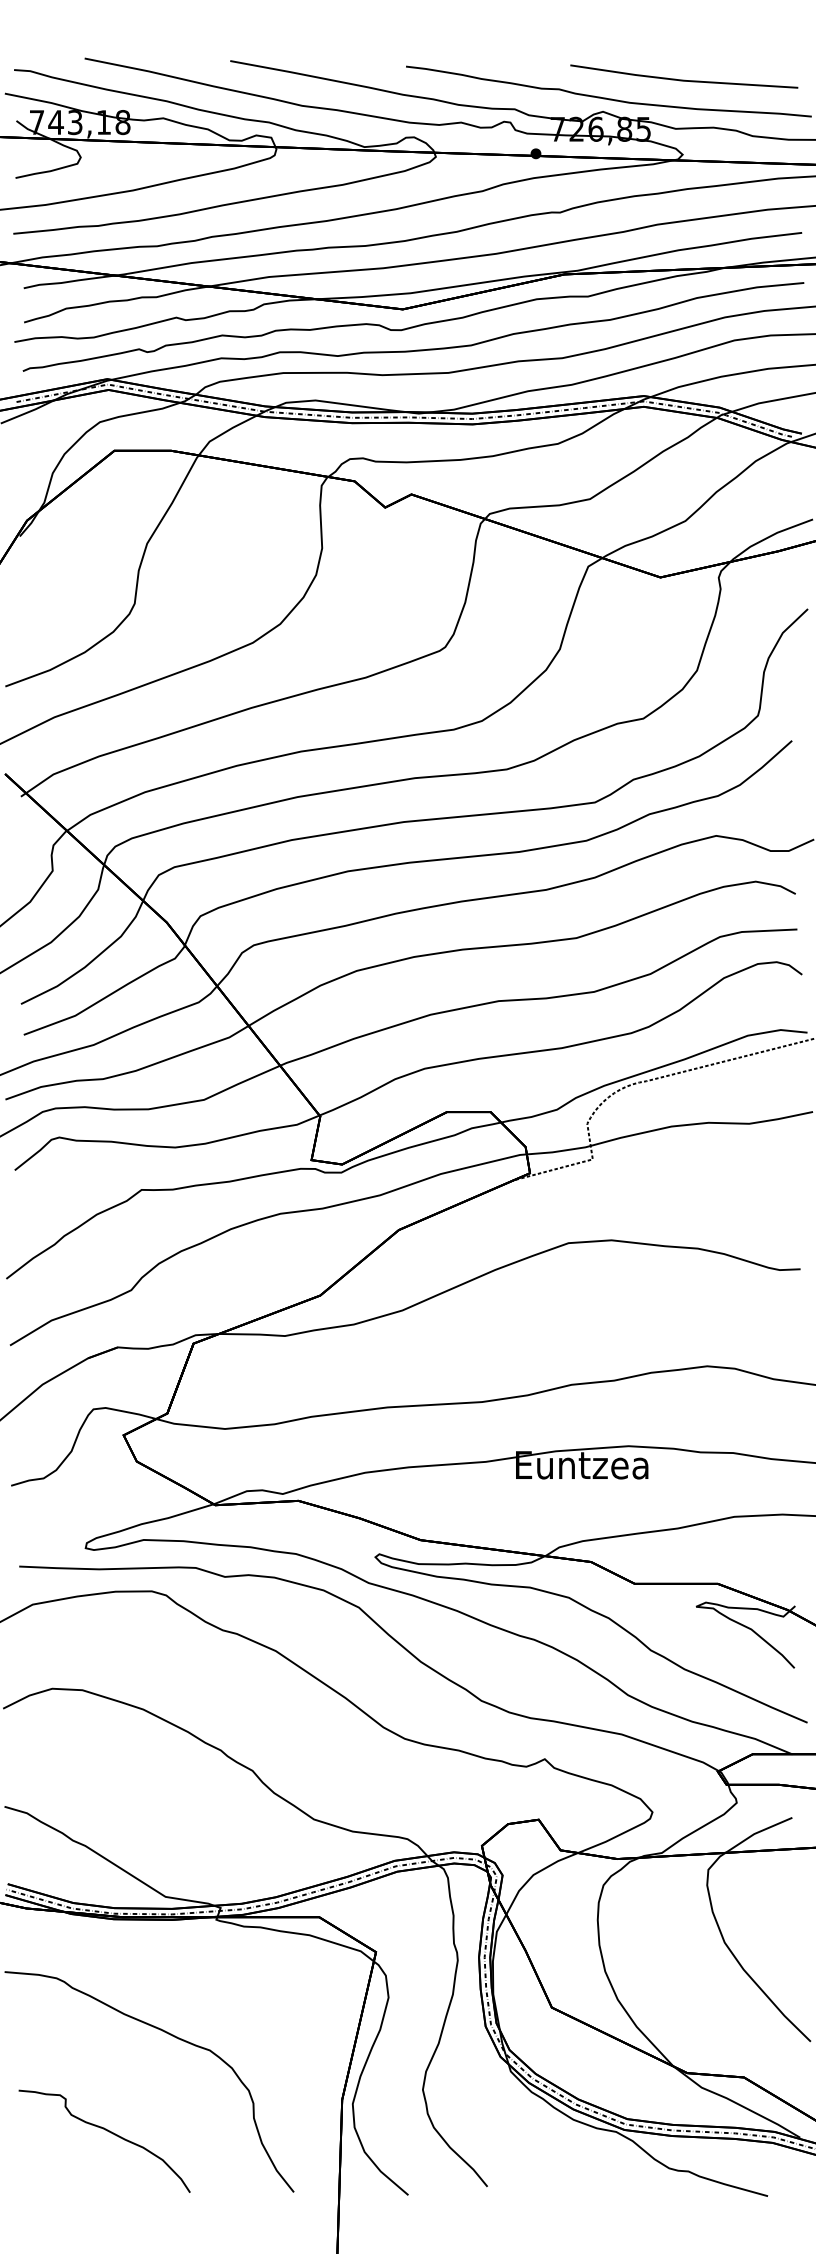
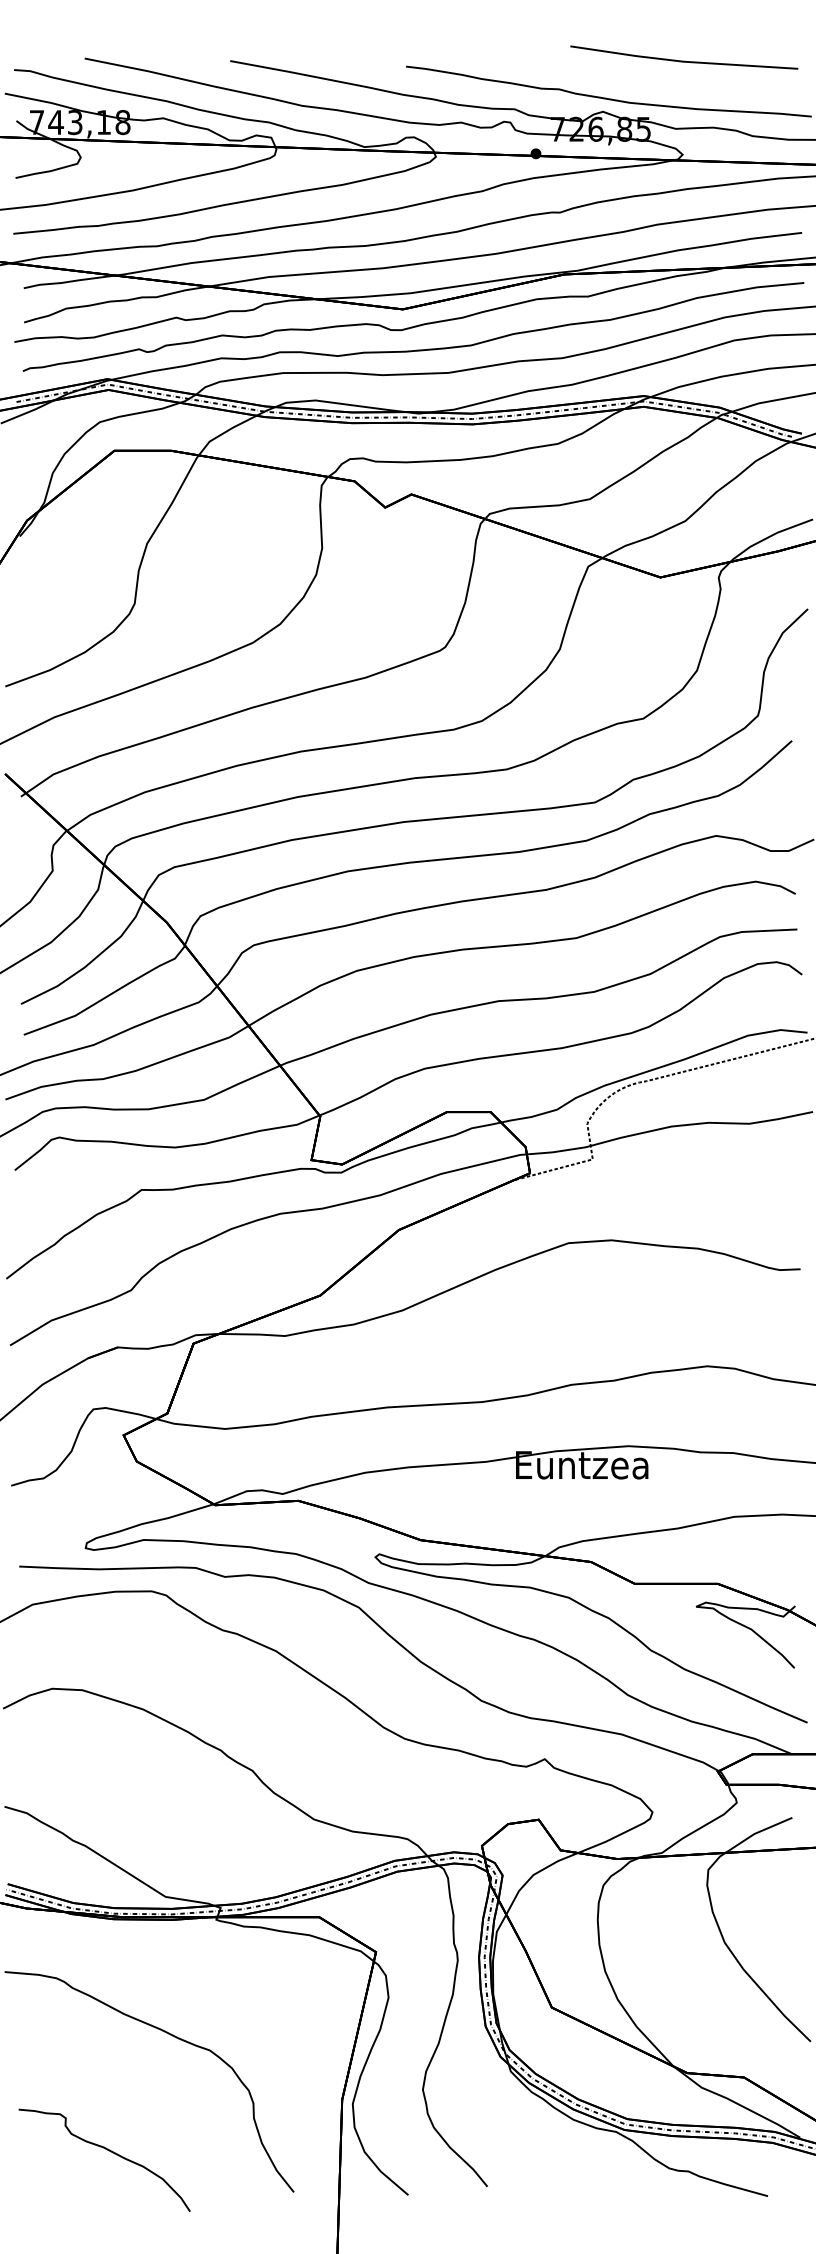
line at (684, 79) position: (684, 79) -> (684, 60)
curve at (110, 2133) position: (110, 2133) -> (110, 2152)
